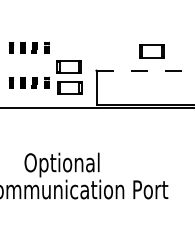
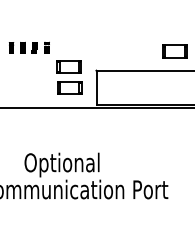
part at (151, 51) position: (151, 51) -> (174, 51)
line at (145, 70): dashed -> solid
part at (28, 82): present -> none
